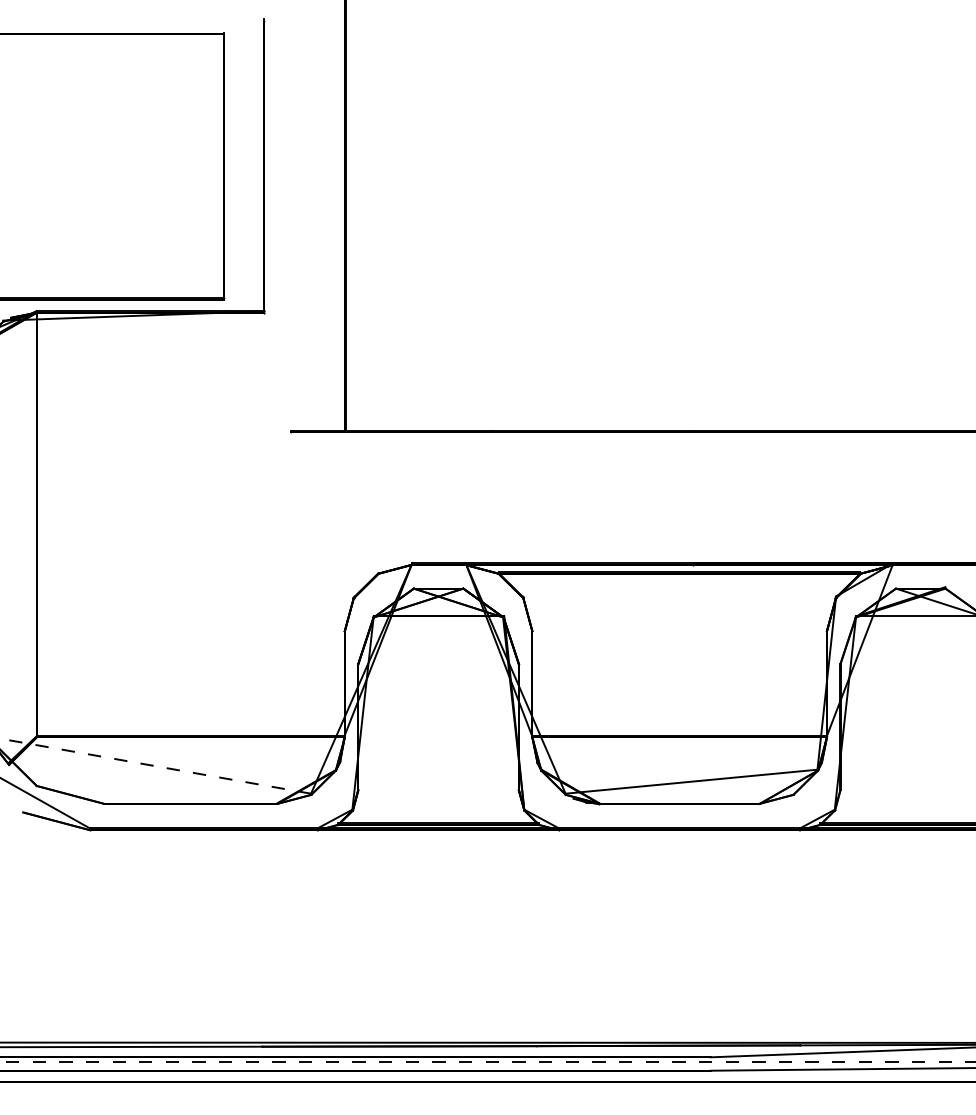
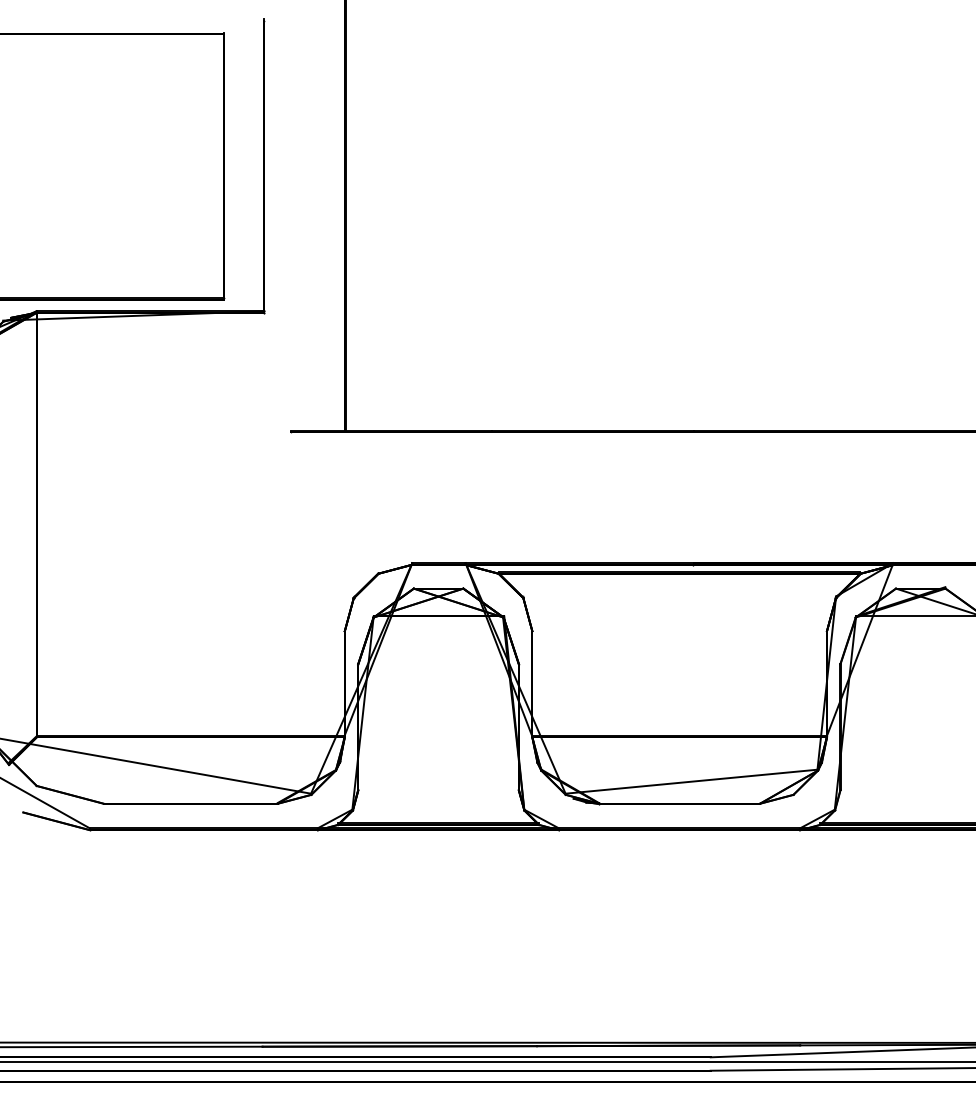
line at (155, 766): dashed -> solid
line at (488, 1061): dashed -> solid
